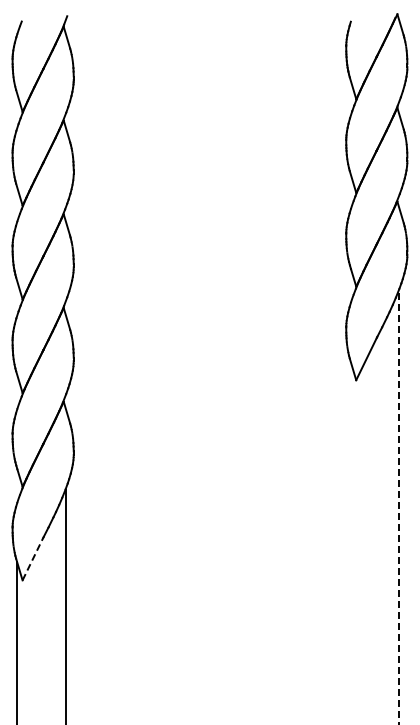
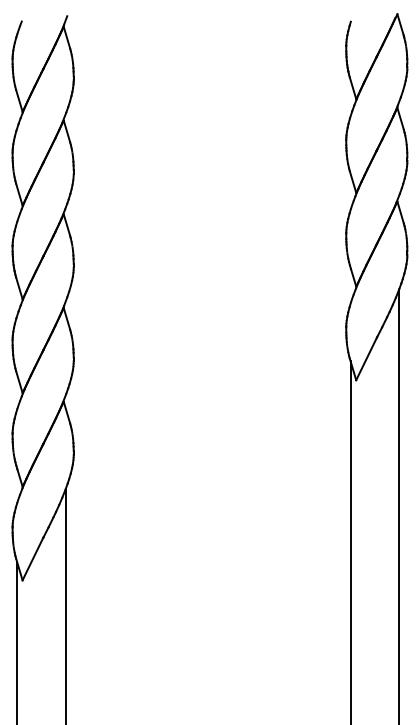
line at (399, 506): dashed -> solid
line at (350, 541): none -> present
line at (32, 559): dashed -> solid
